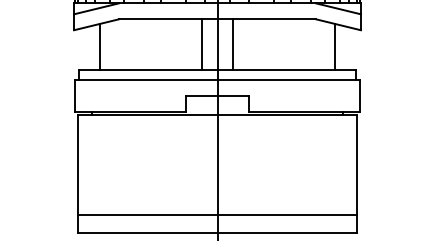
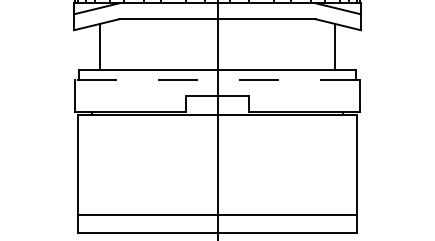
line at (201, 44): present -> none
line at (233, 44): present -> none
line at (217, 79): solid -> dashed
